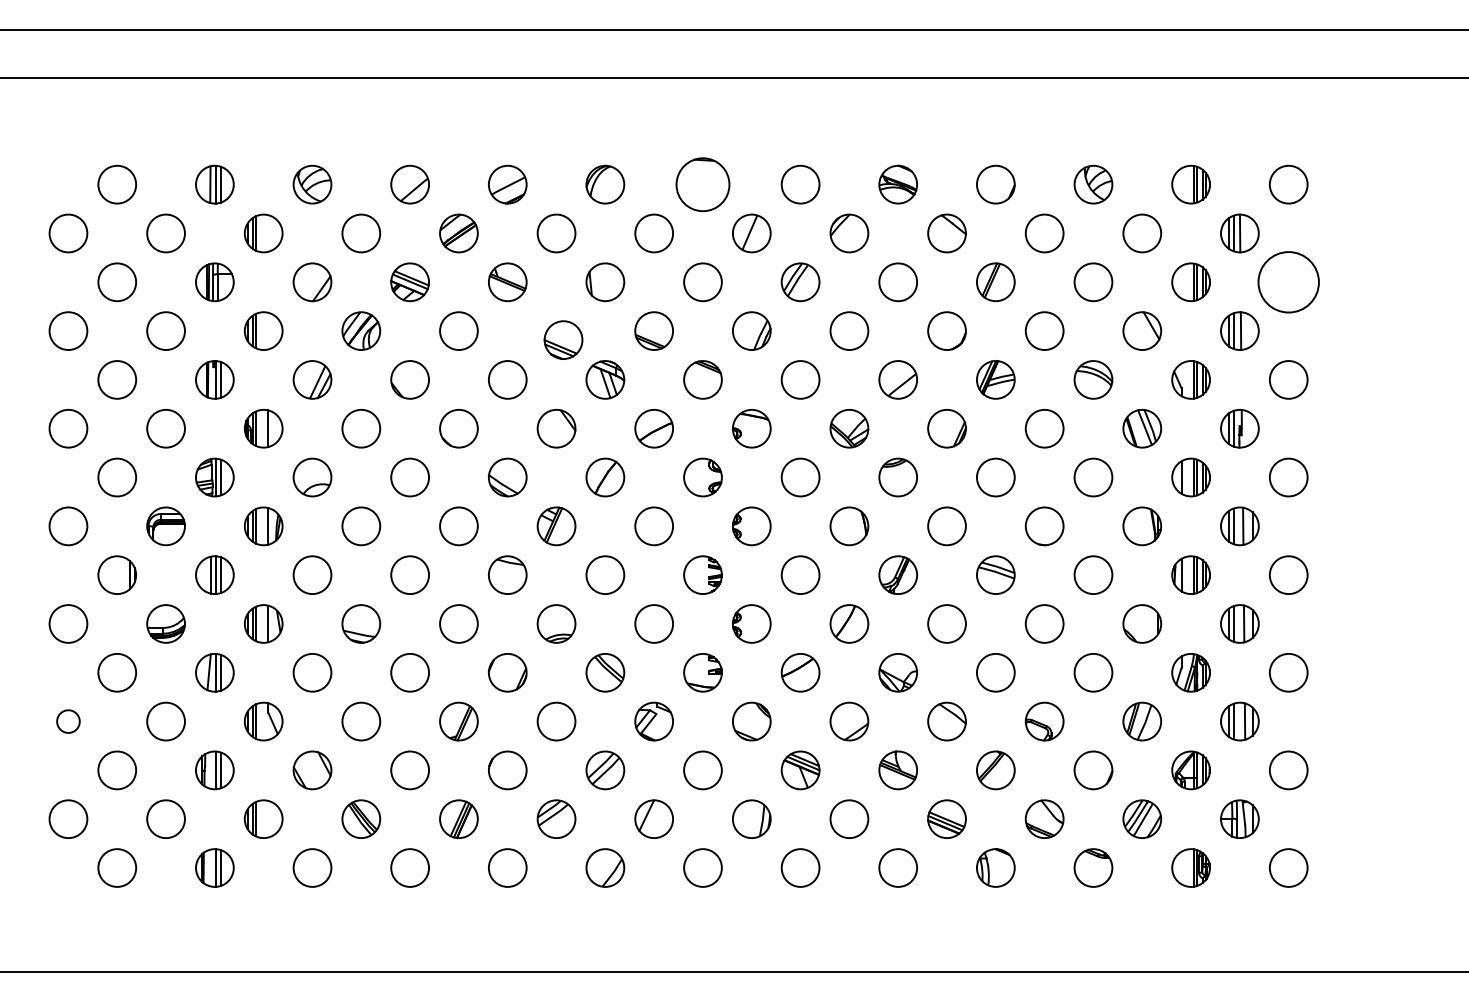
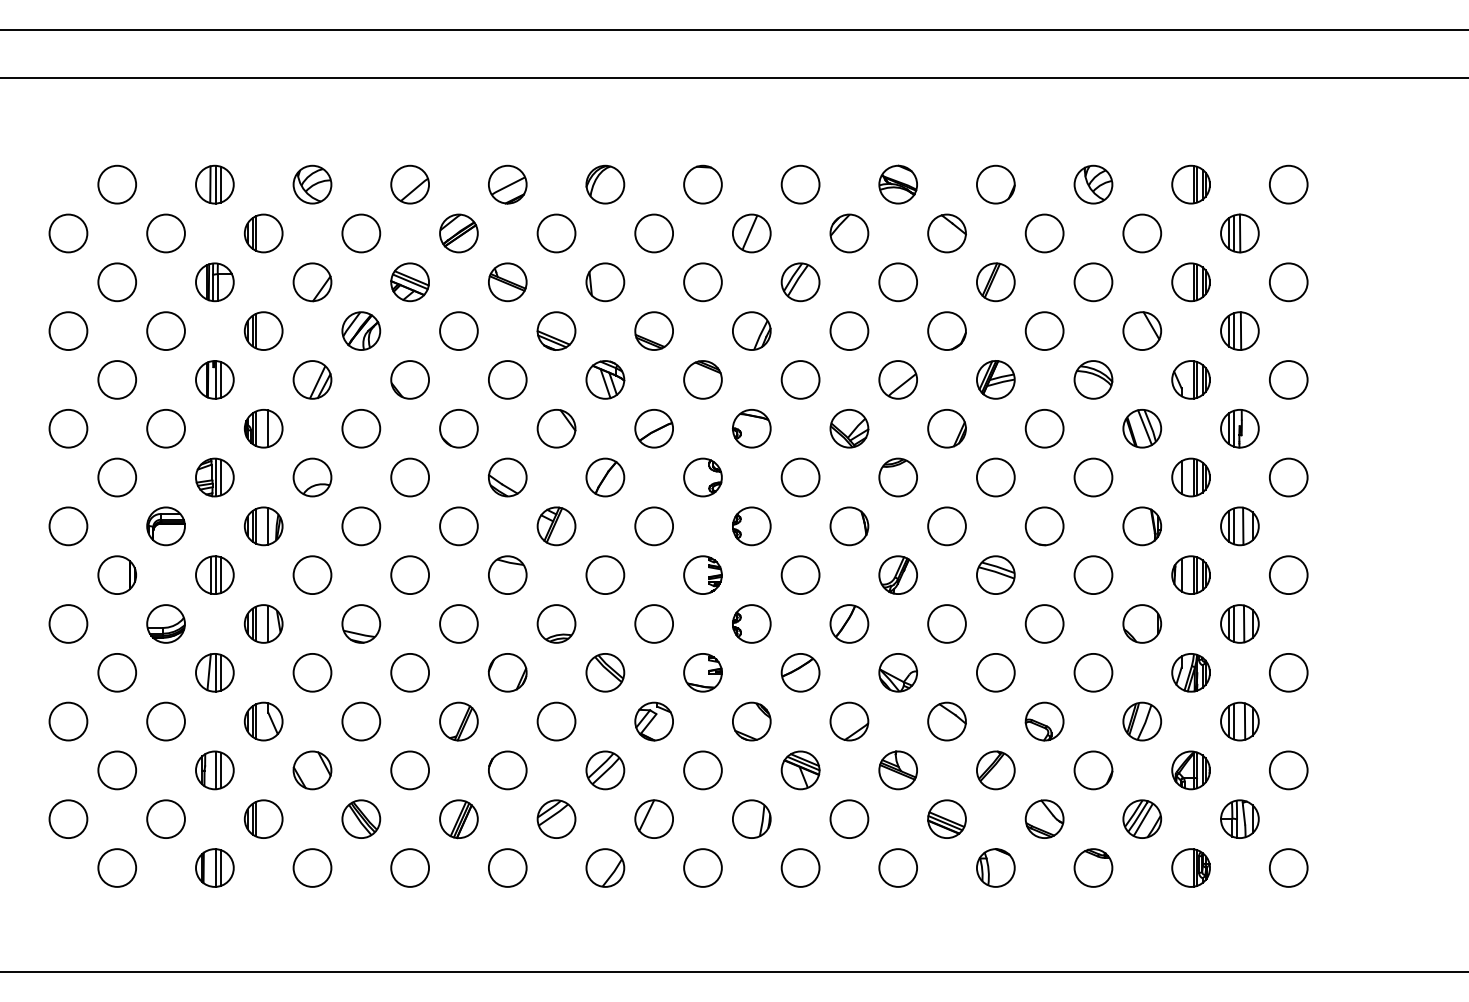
part at (702, 184) size: 56x56 px -> 40x41 px
circle at (1288, 282) diameter: 60 px -> 38 px
part at (563, 339) position: (563, 339) -> (556, 330)
circle at (68, 721) diameter: 23 px -> 38 px
